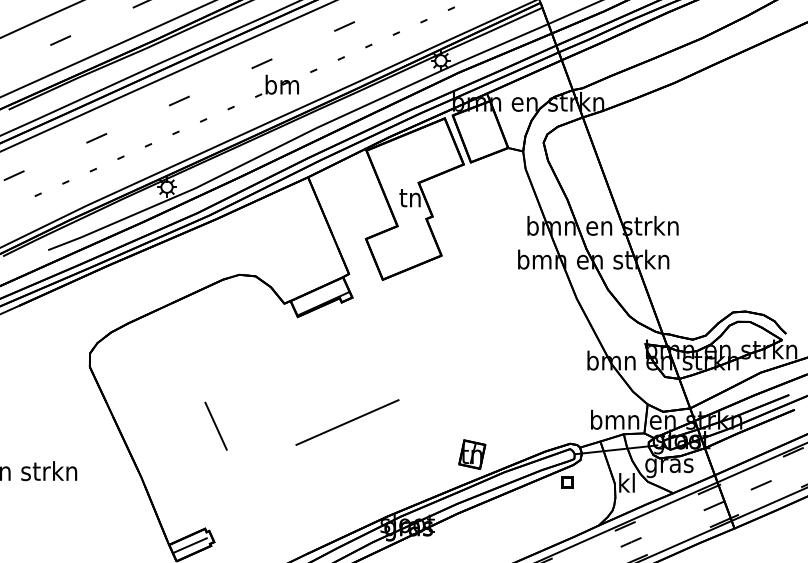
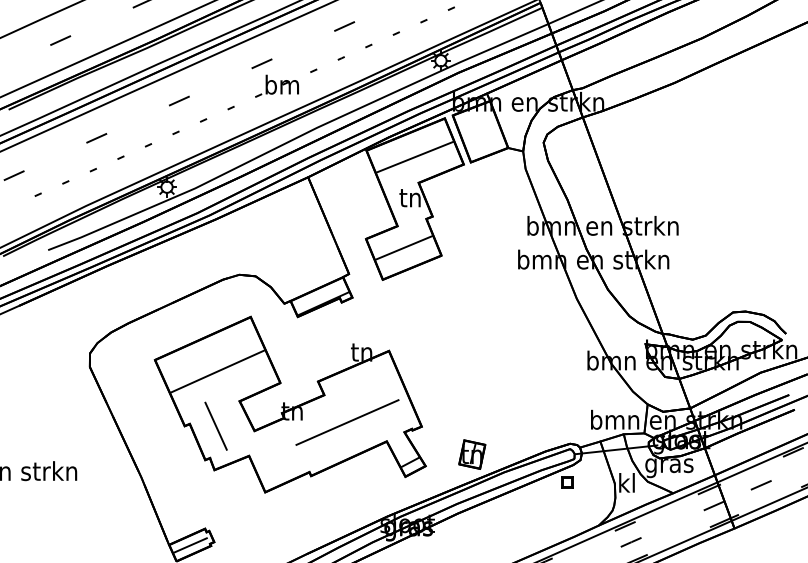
line at (414, 156): none -> present
line at (403, 247): none -> present
part at (289, 404): none -> present
